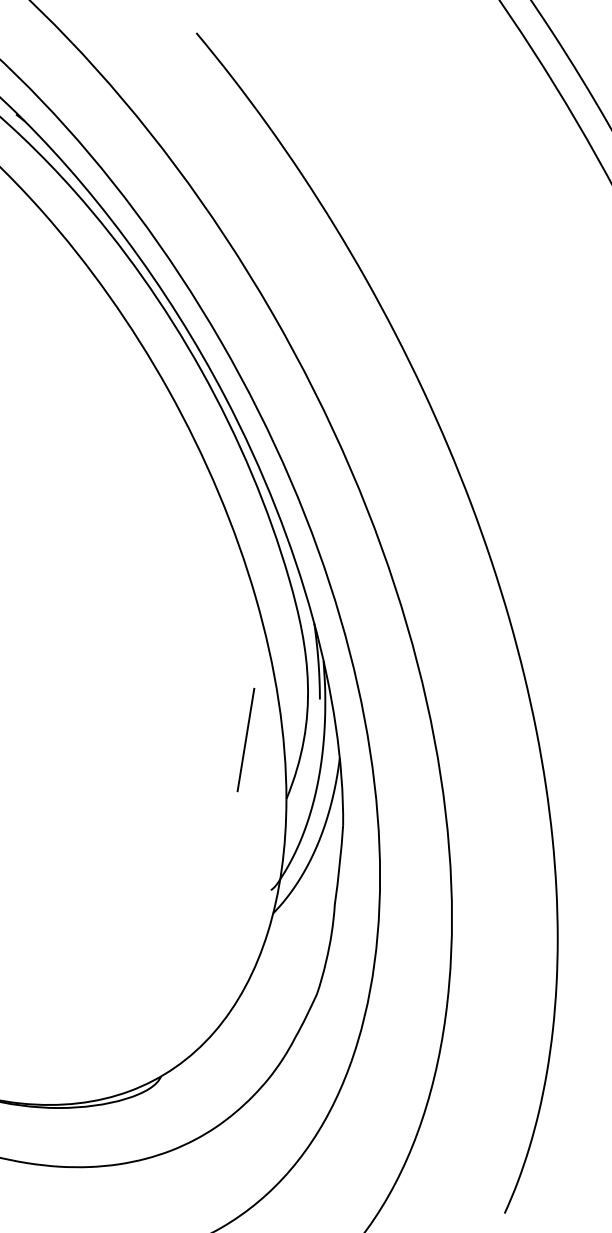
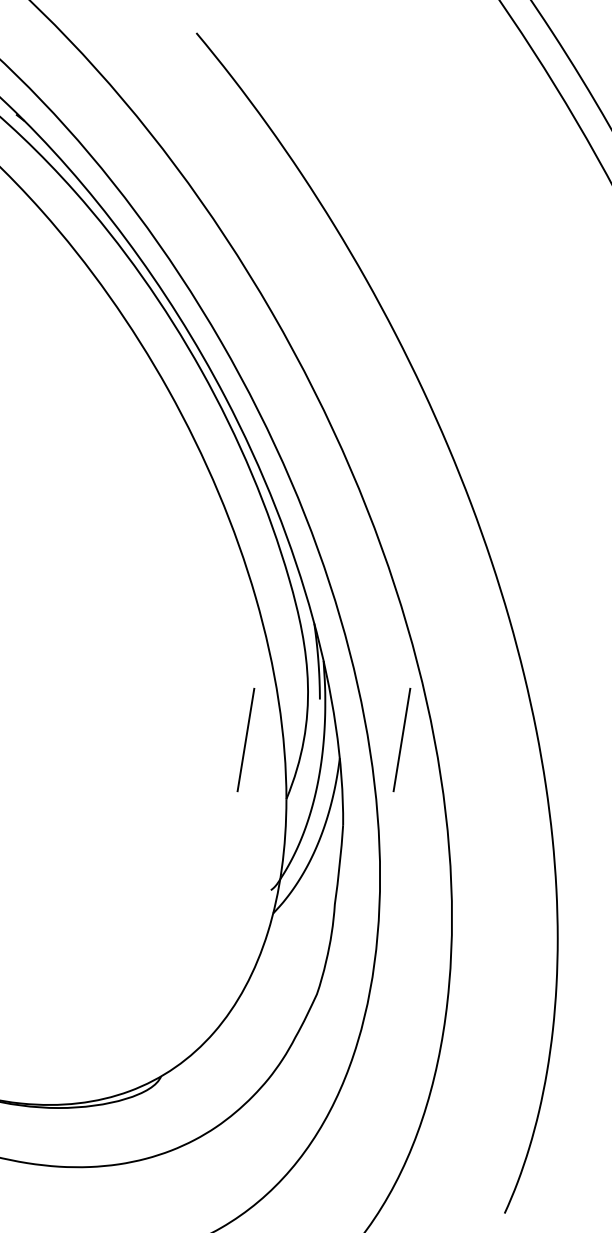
line at (401, 740): none -> present
